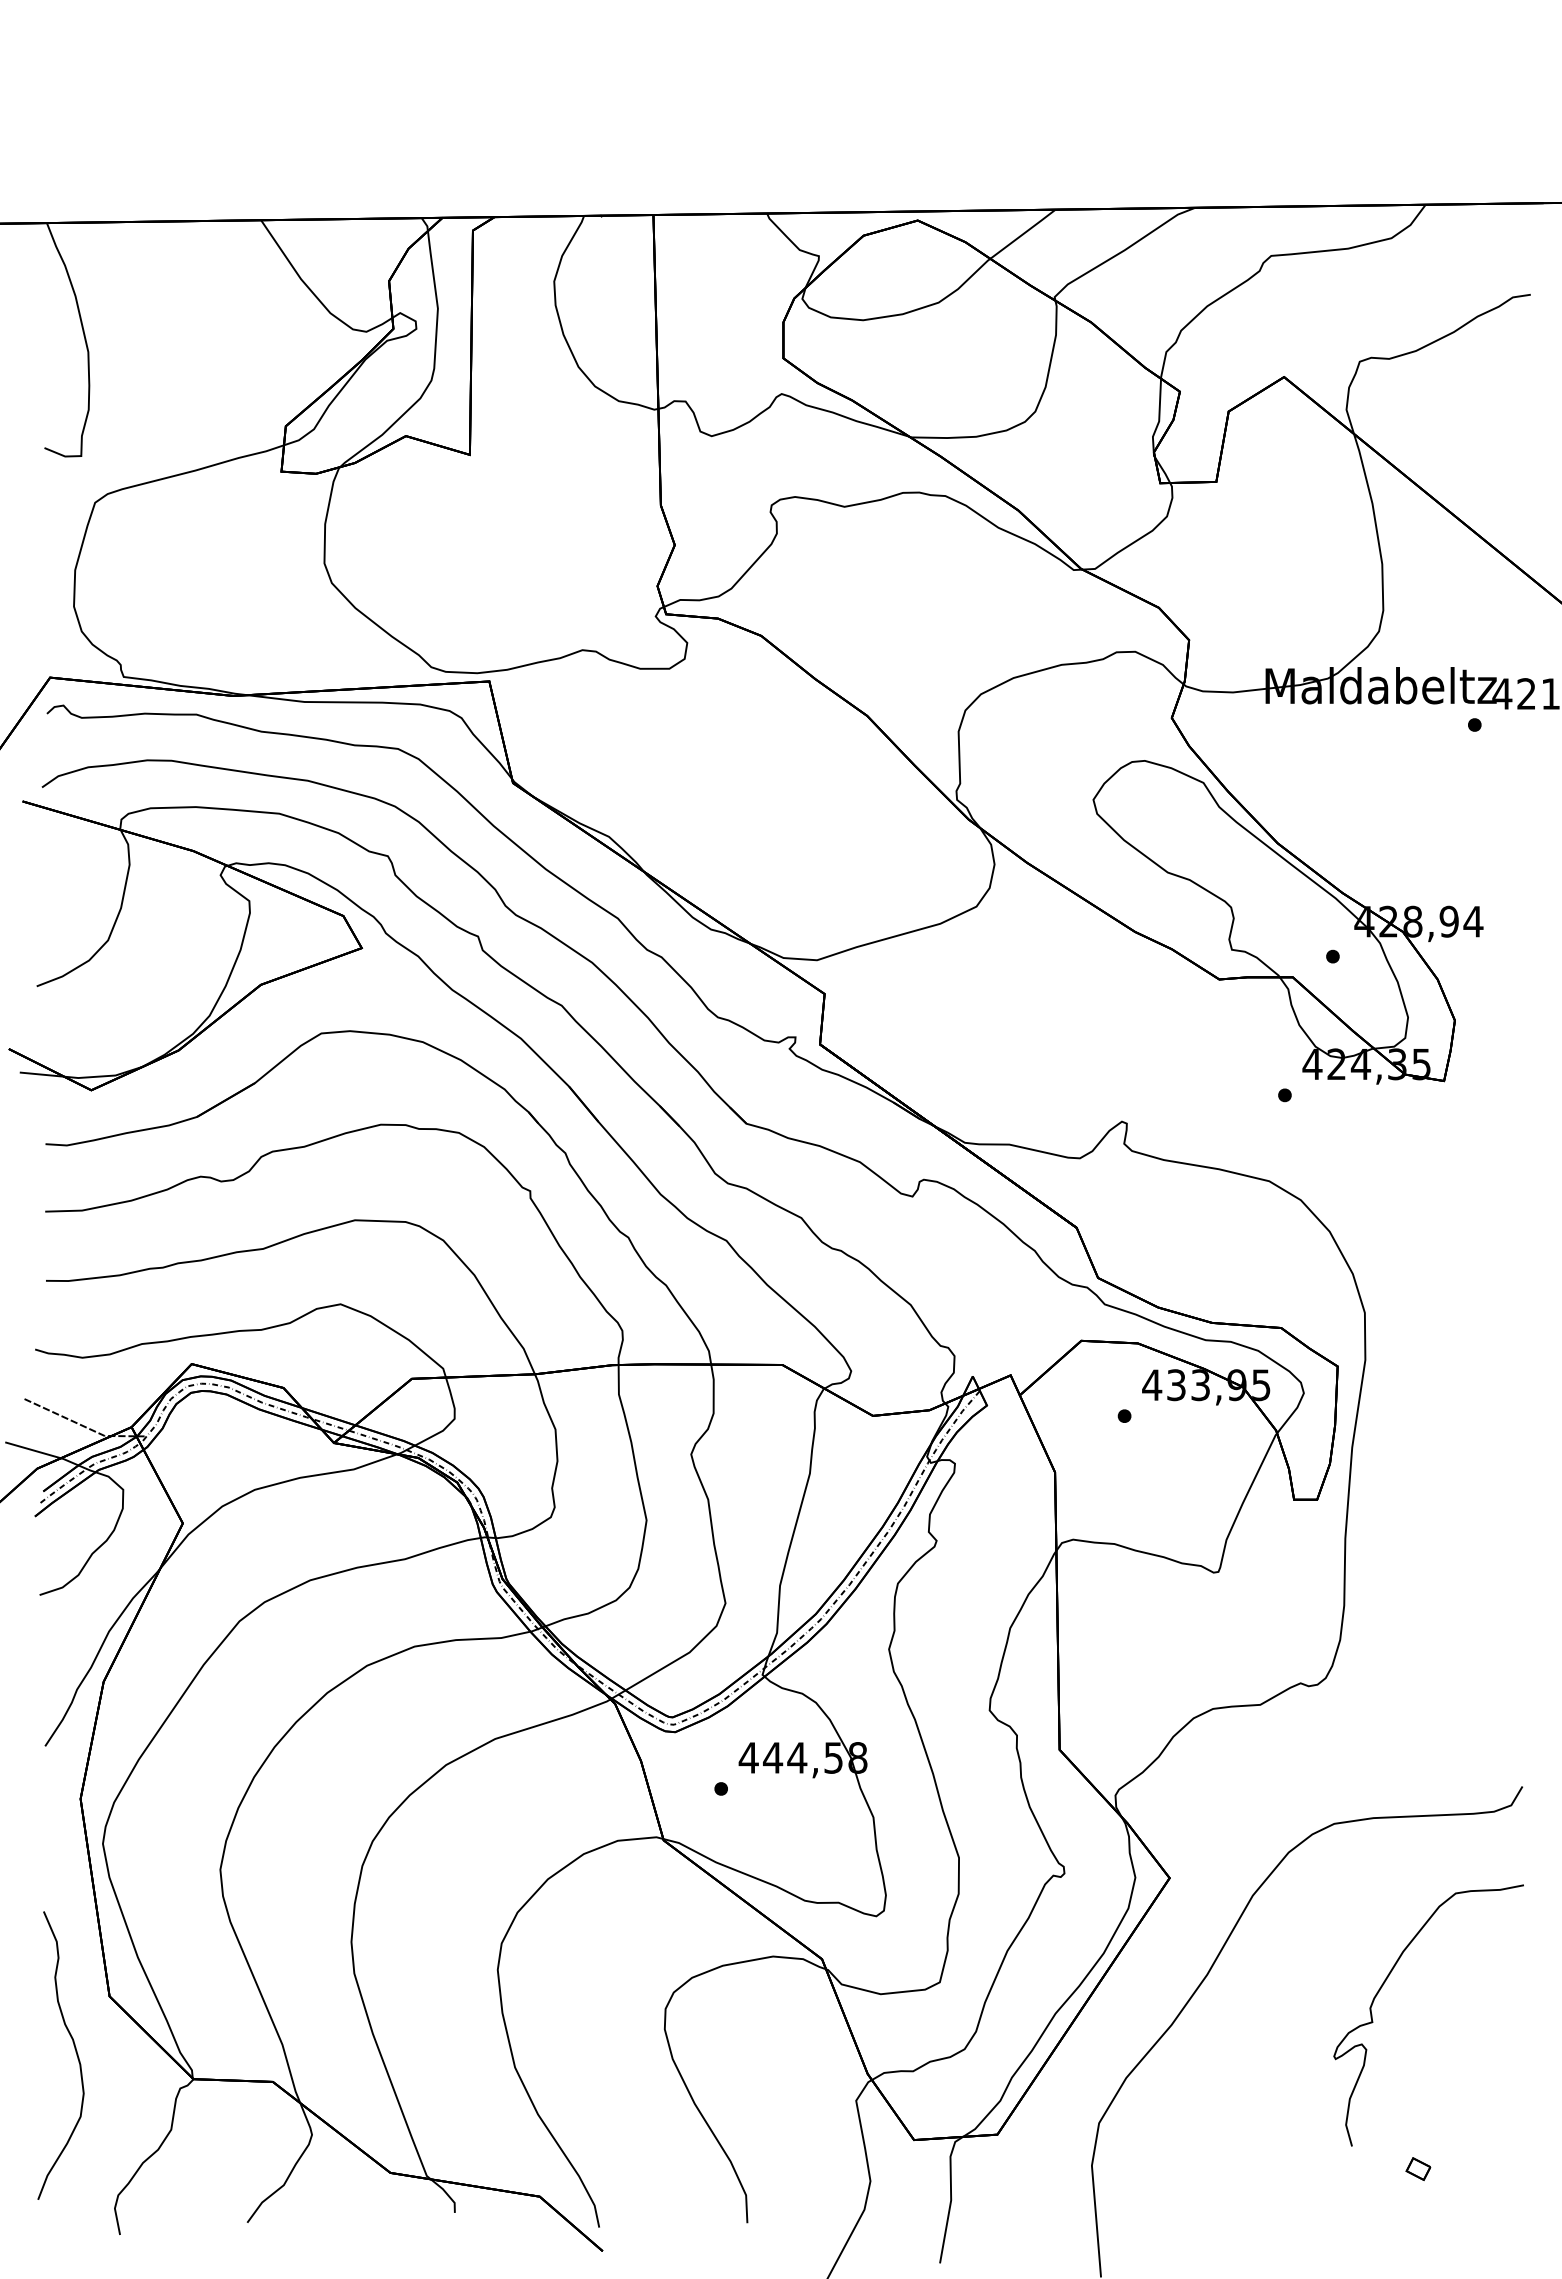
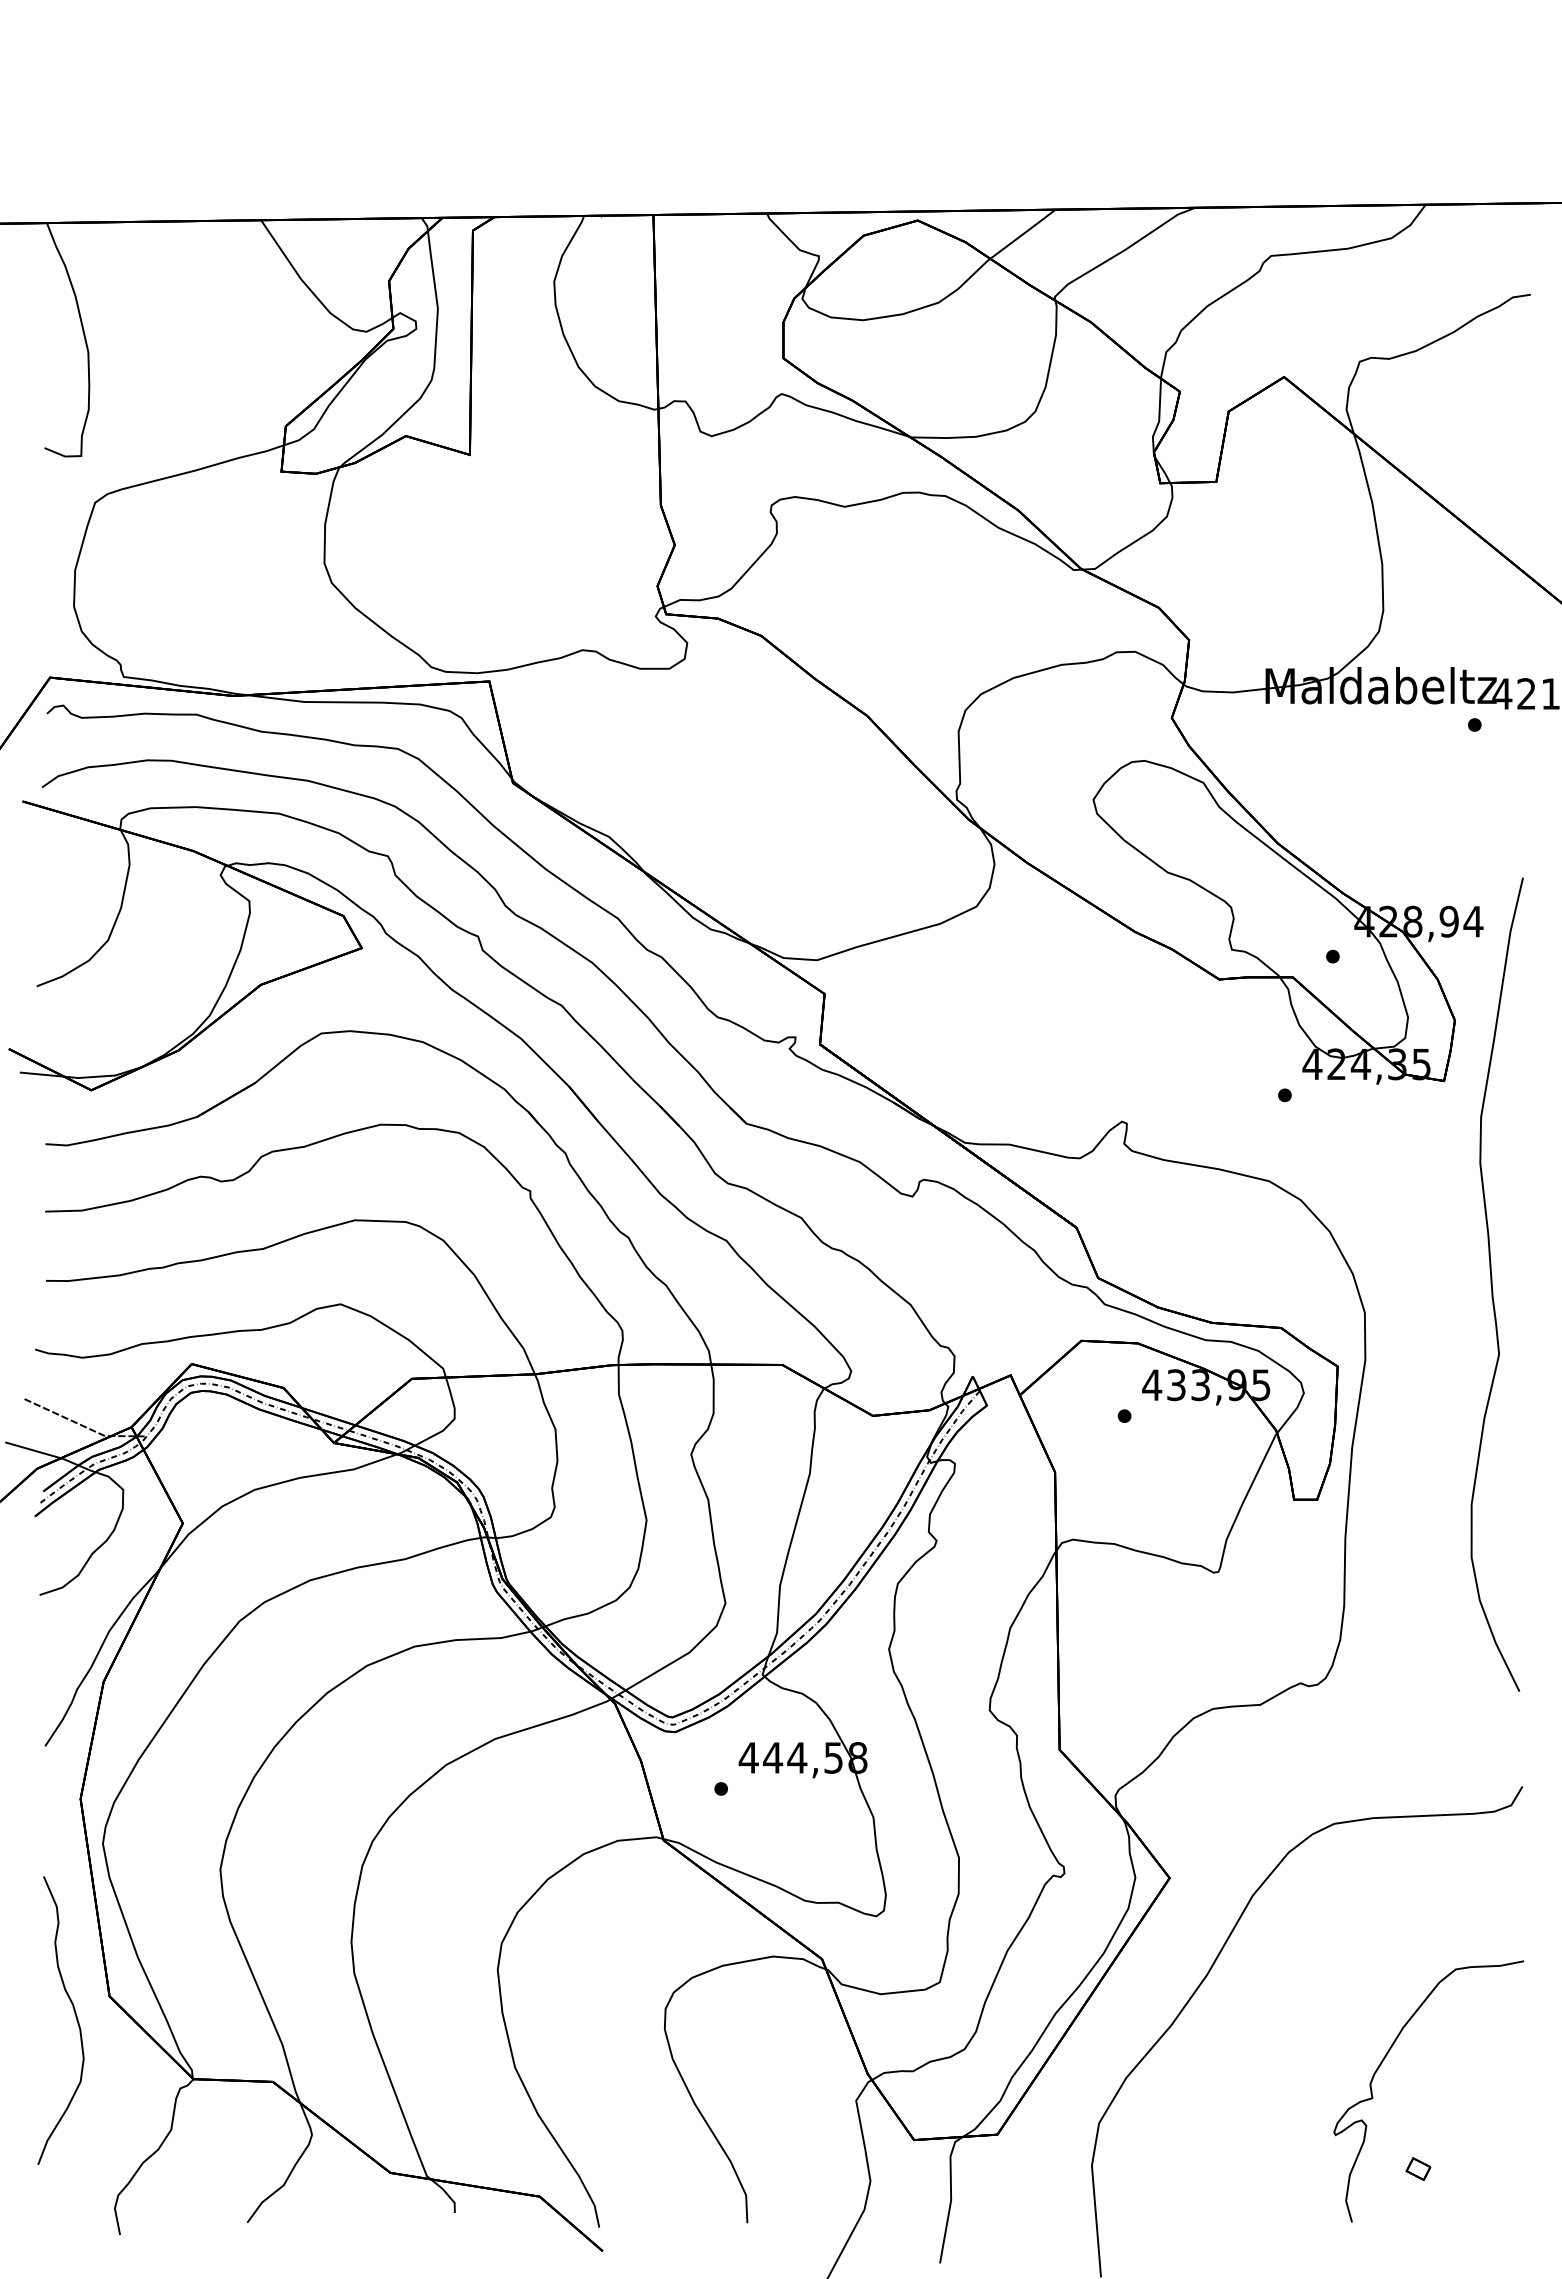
curve at (1492, 1284): none -> present
curve at (1382, 1987) position: (1382, 1987) -> (1382, 2063)
curve at (75, 2052) position: (75, 2052) -> (75, 2017)
